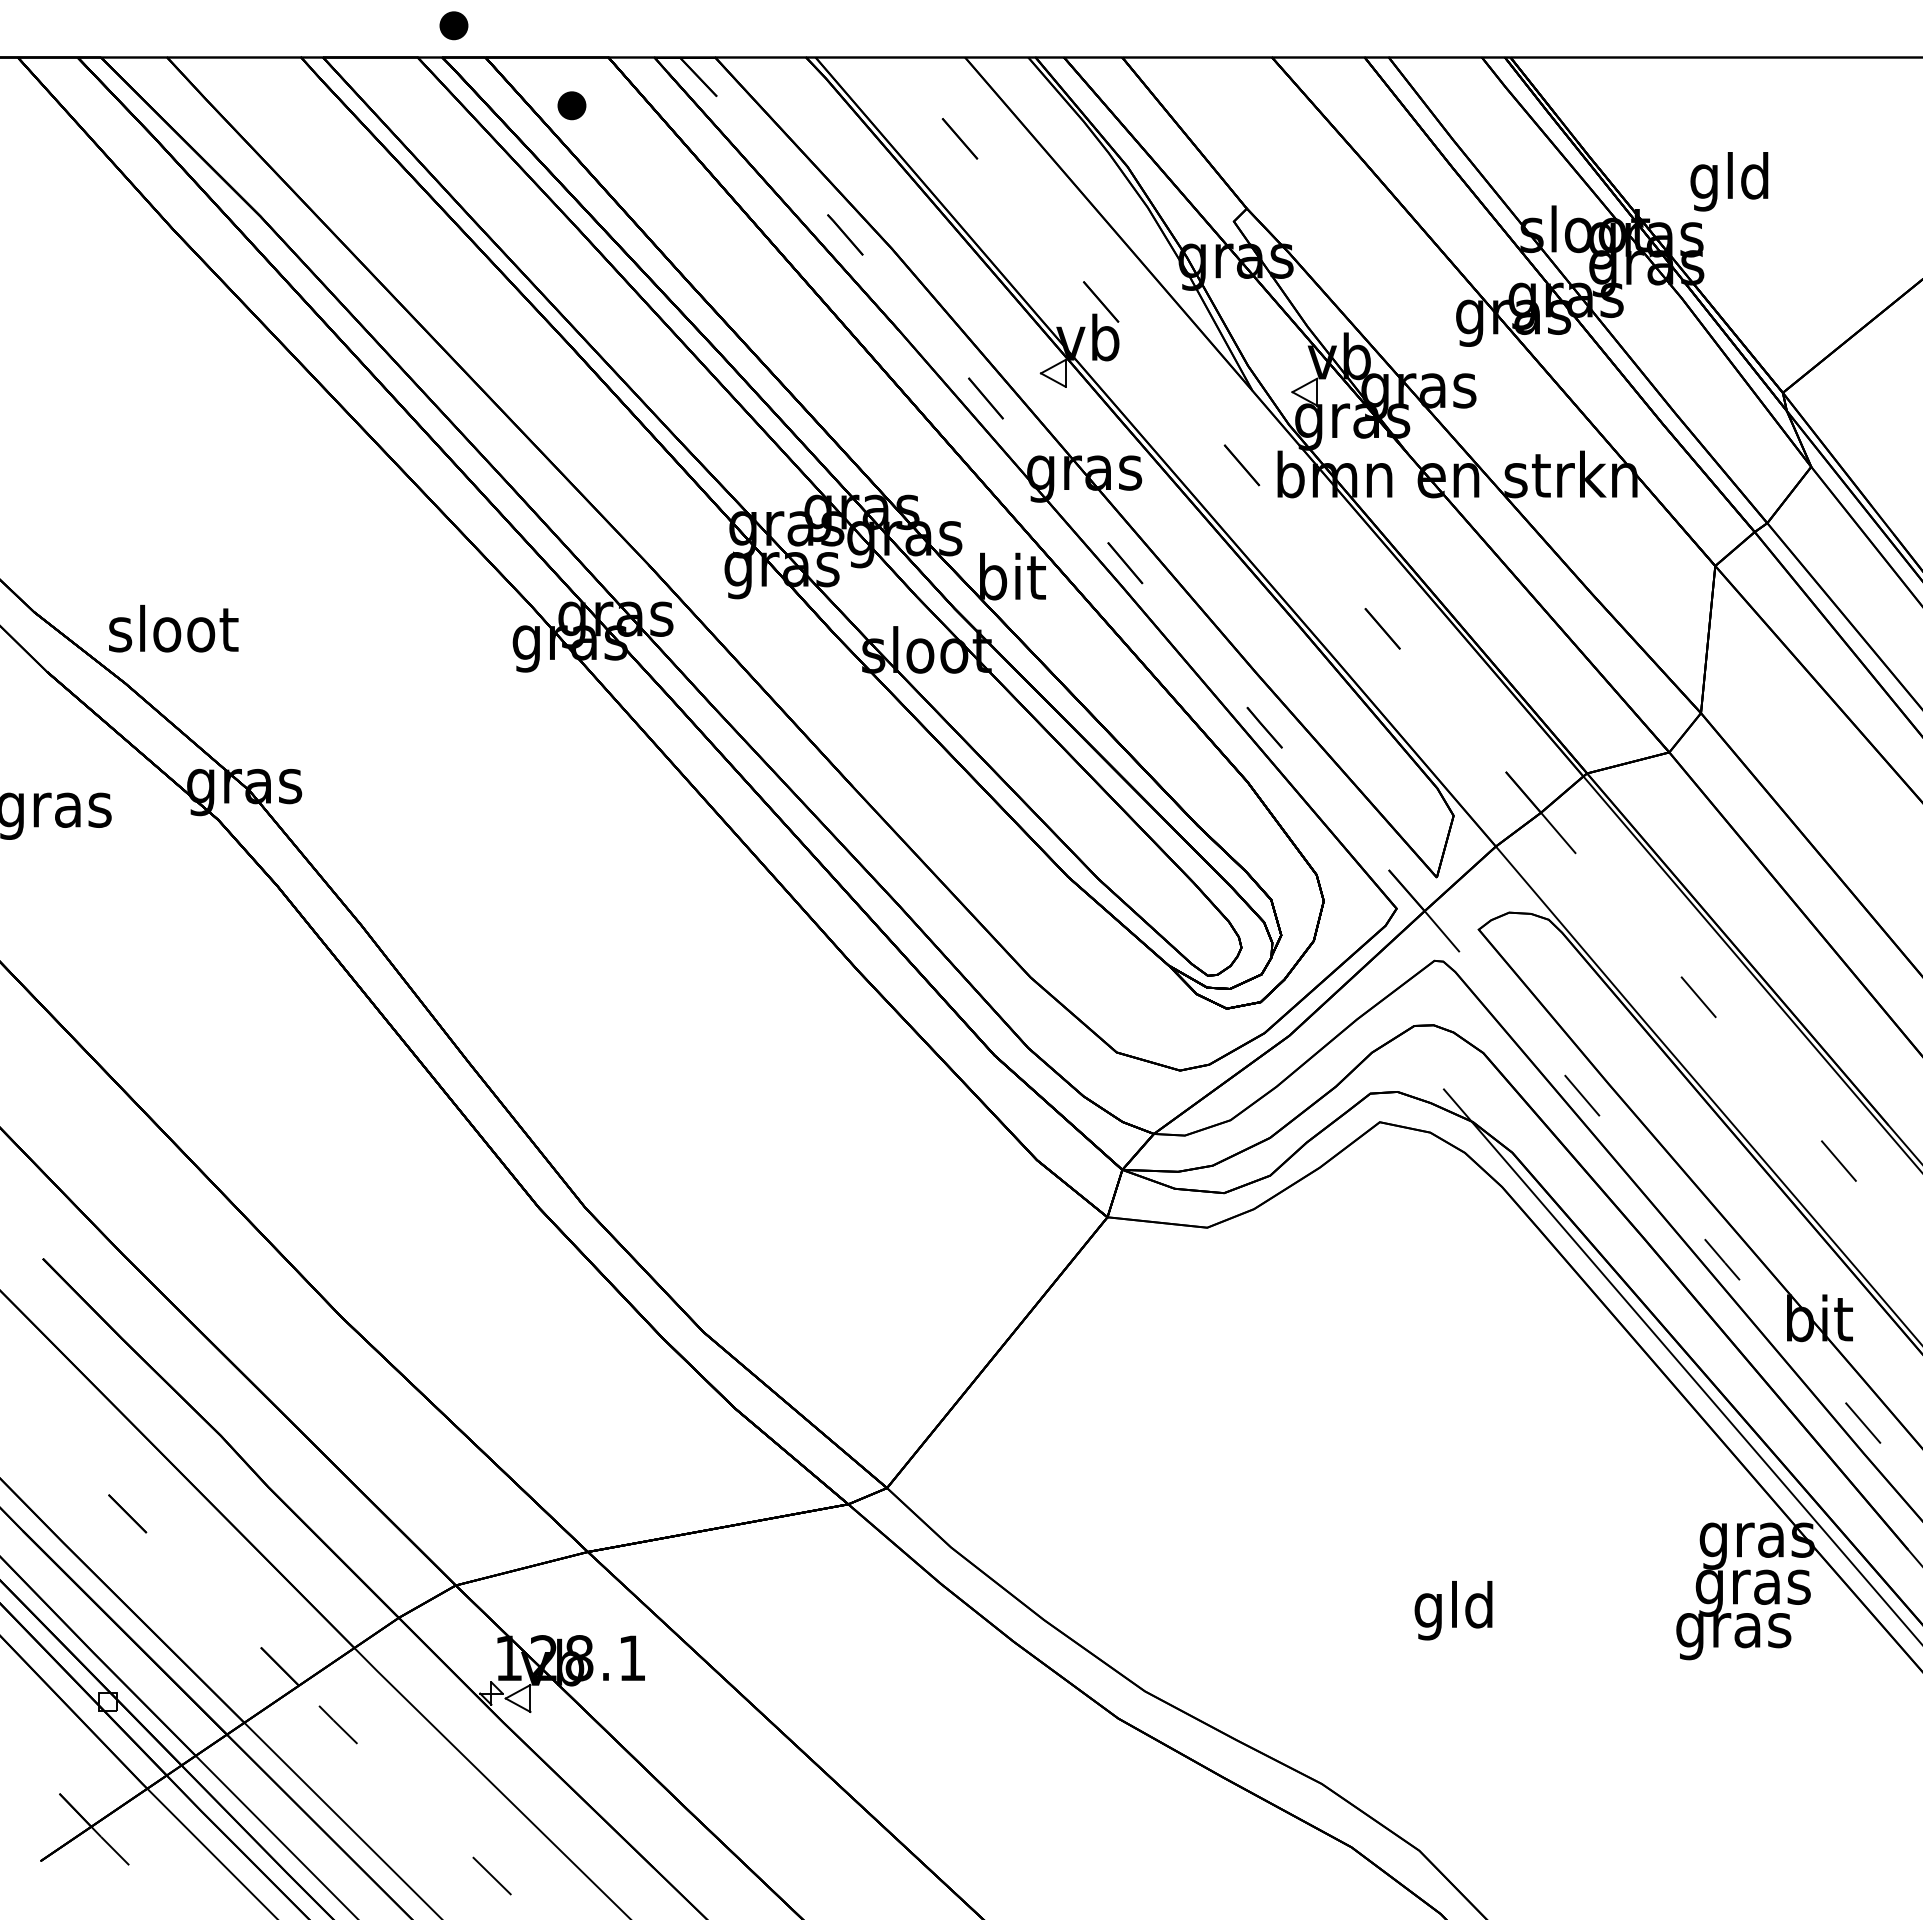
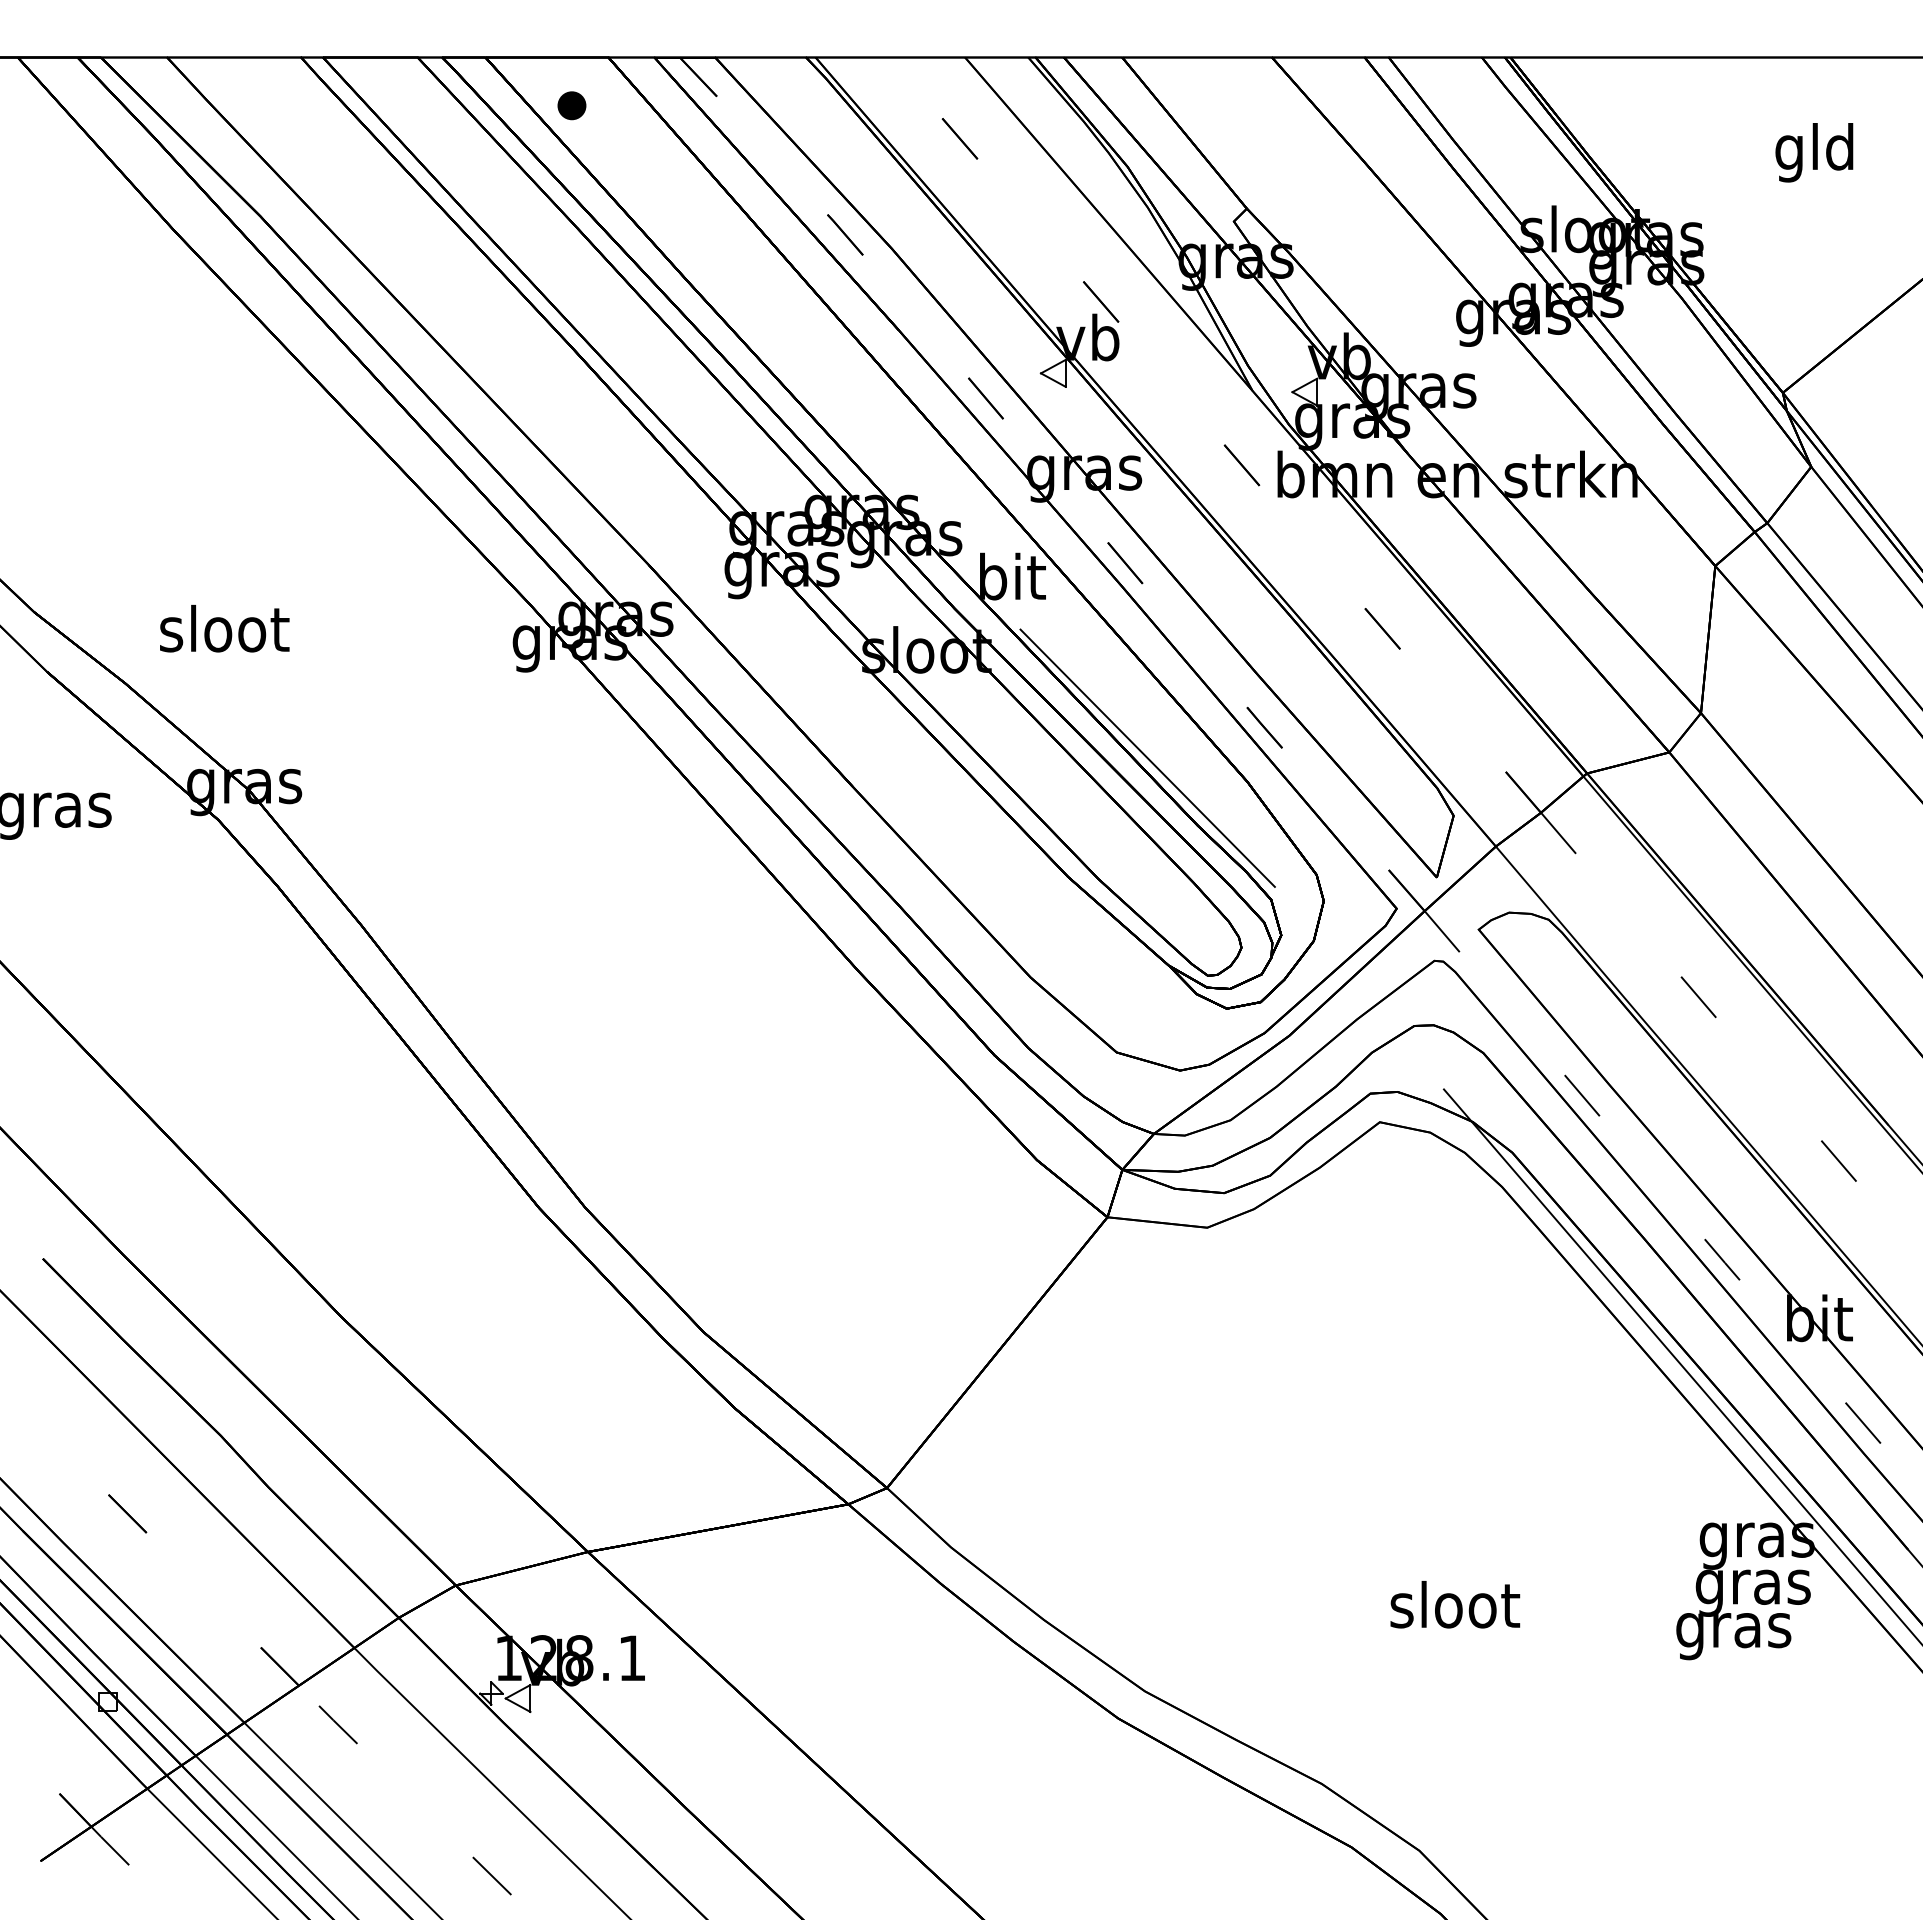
part at (453, 25): present -> none
text at (1729, 181) position: (1729, 181) -> (1814, 152)
text at (173, 628) position: (173, 628) -> (224, 628)
line at (1147, 757): none -> present
text at (1455, 1610): gld -> sloot
